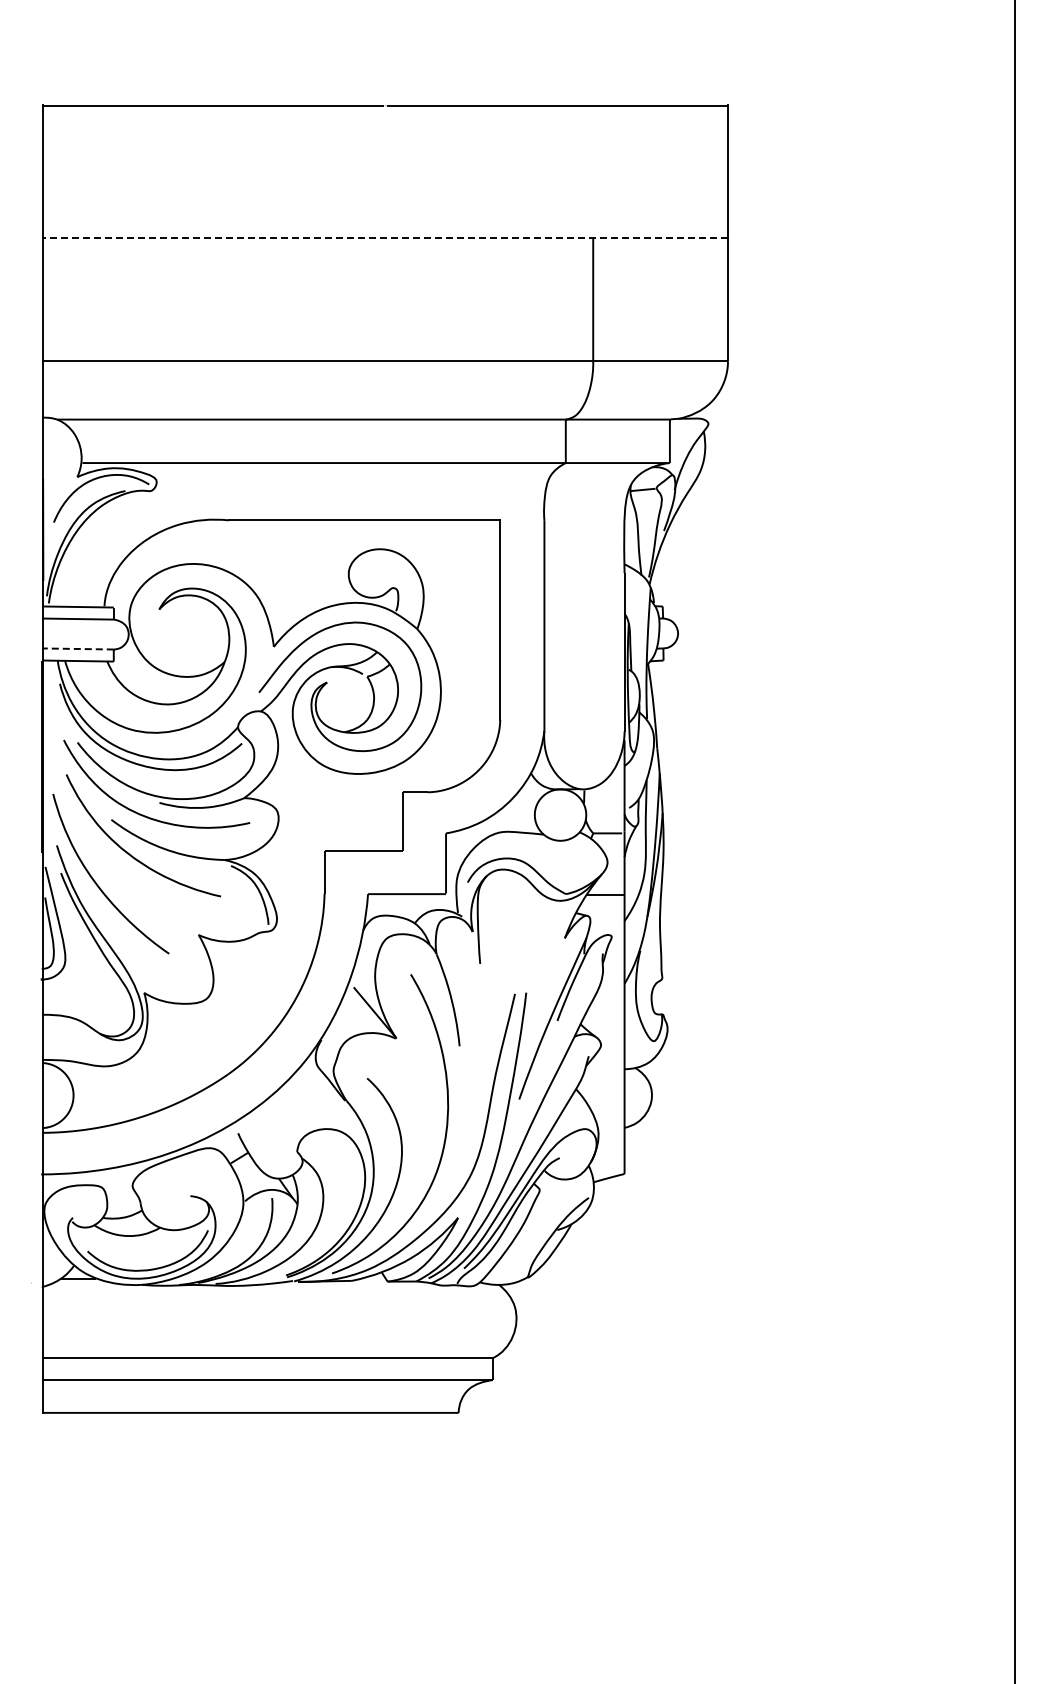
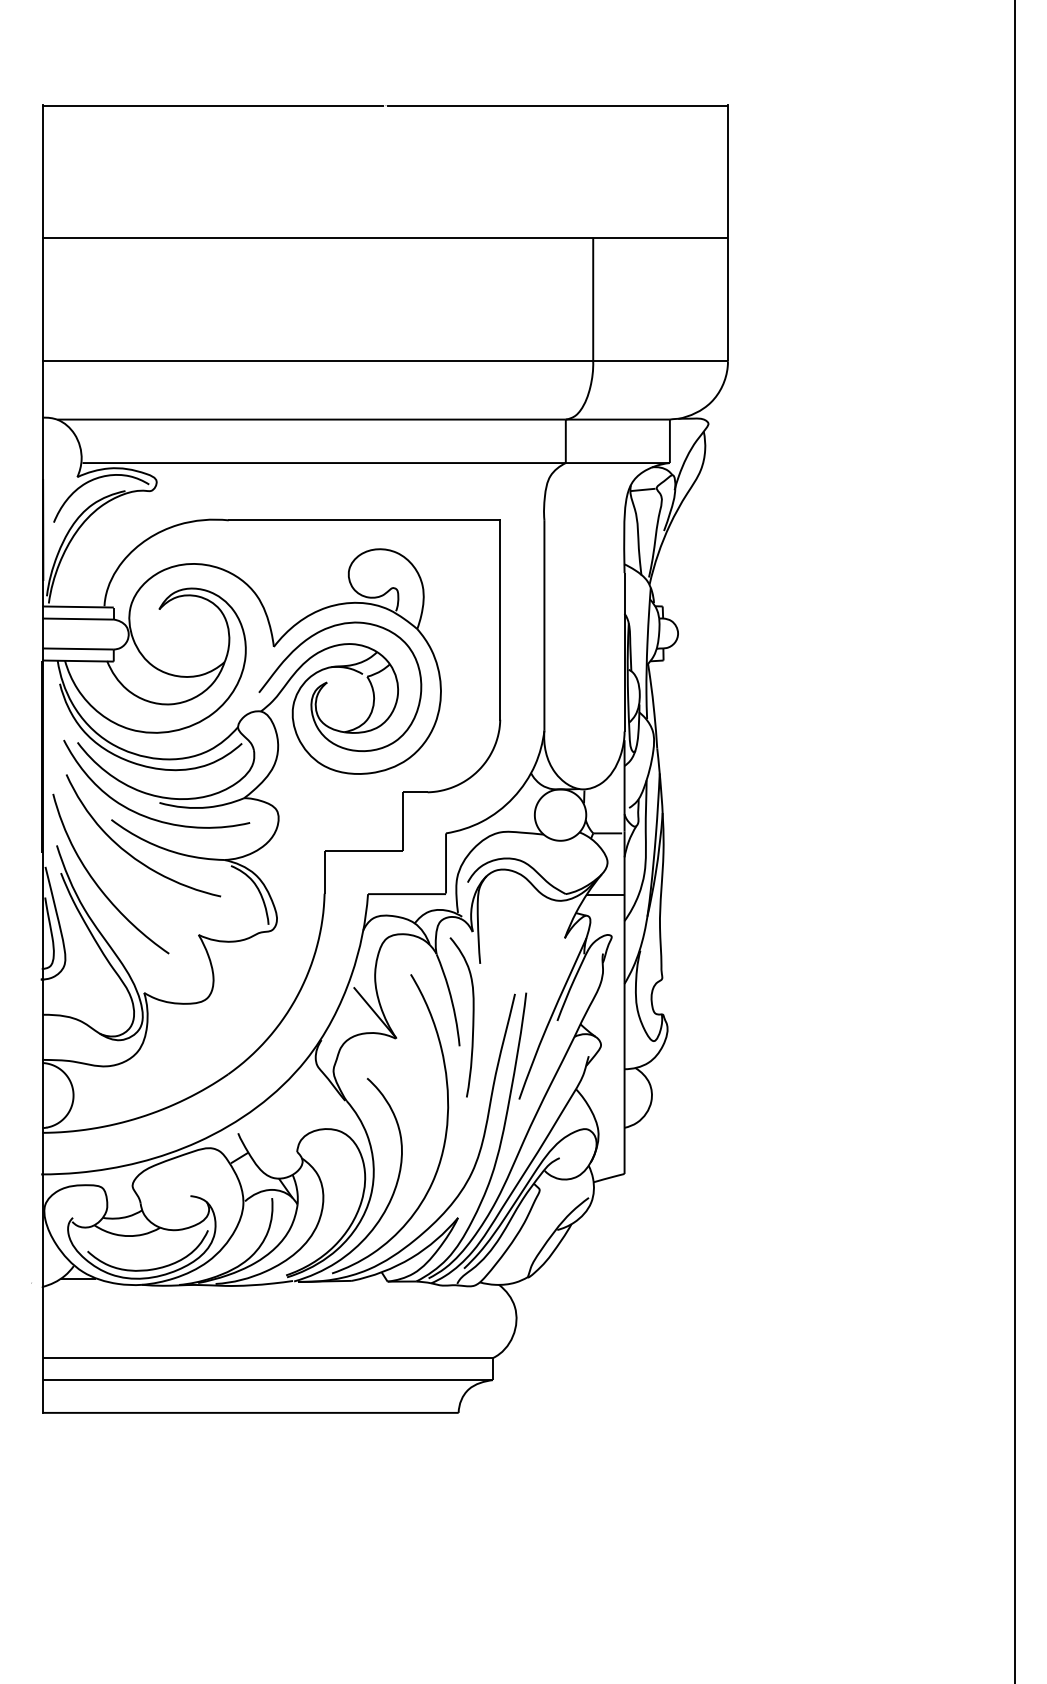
line at (385, 237): dashed -> solid
line at (78, 648): dashed -> solid
curve at (472, 1017): none -> present
